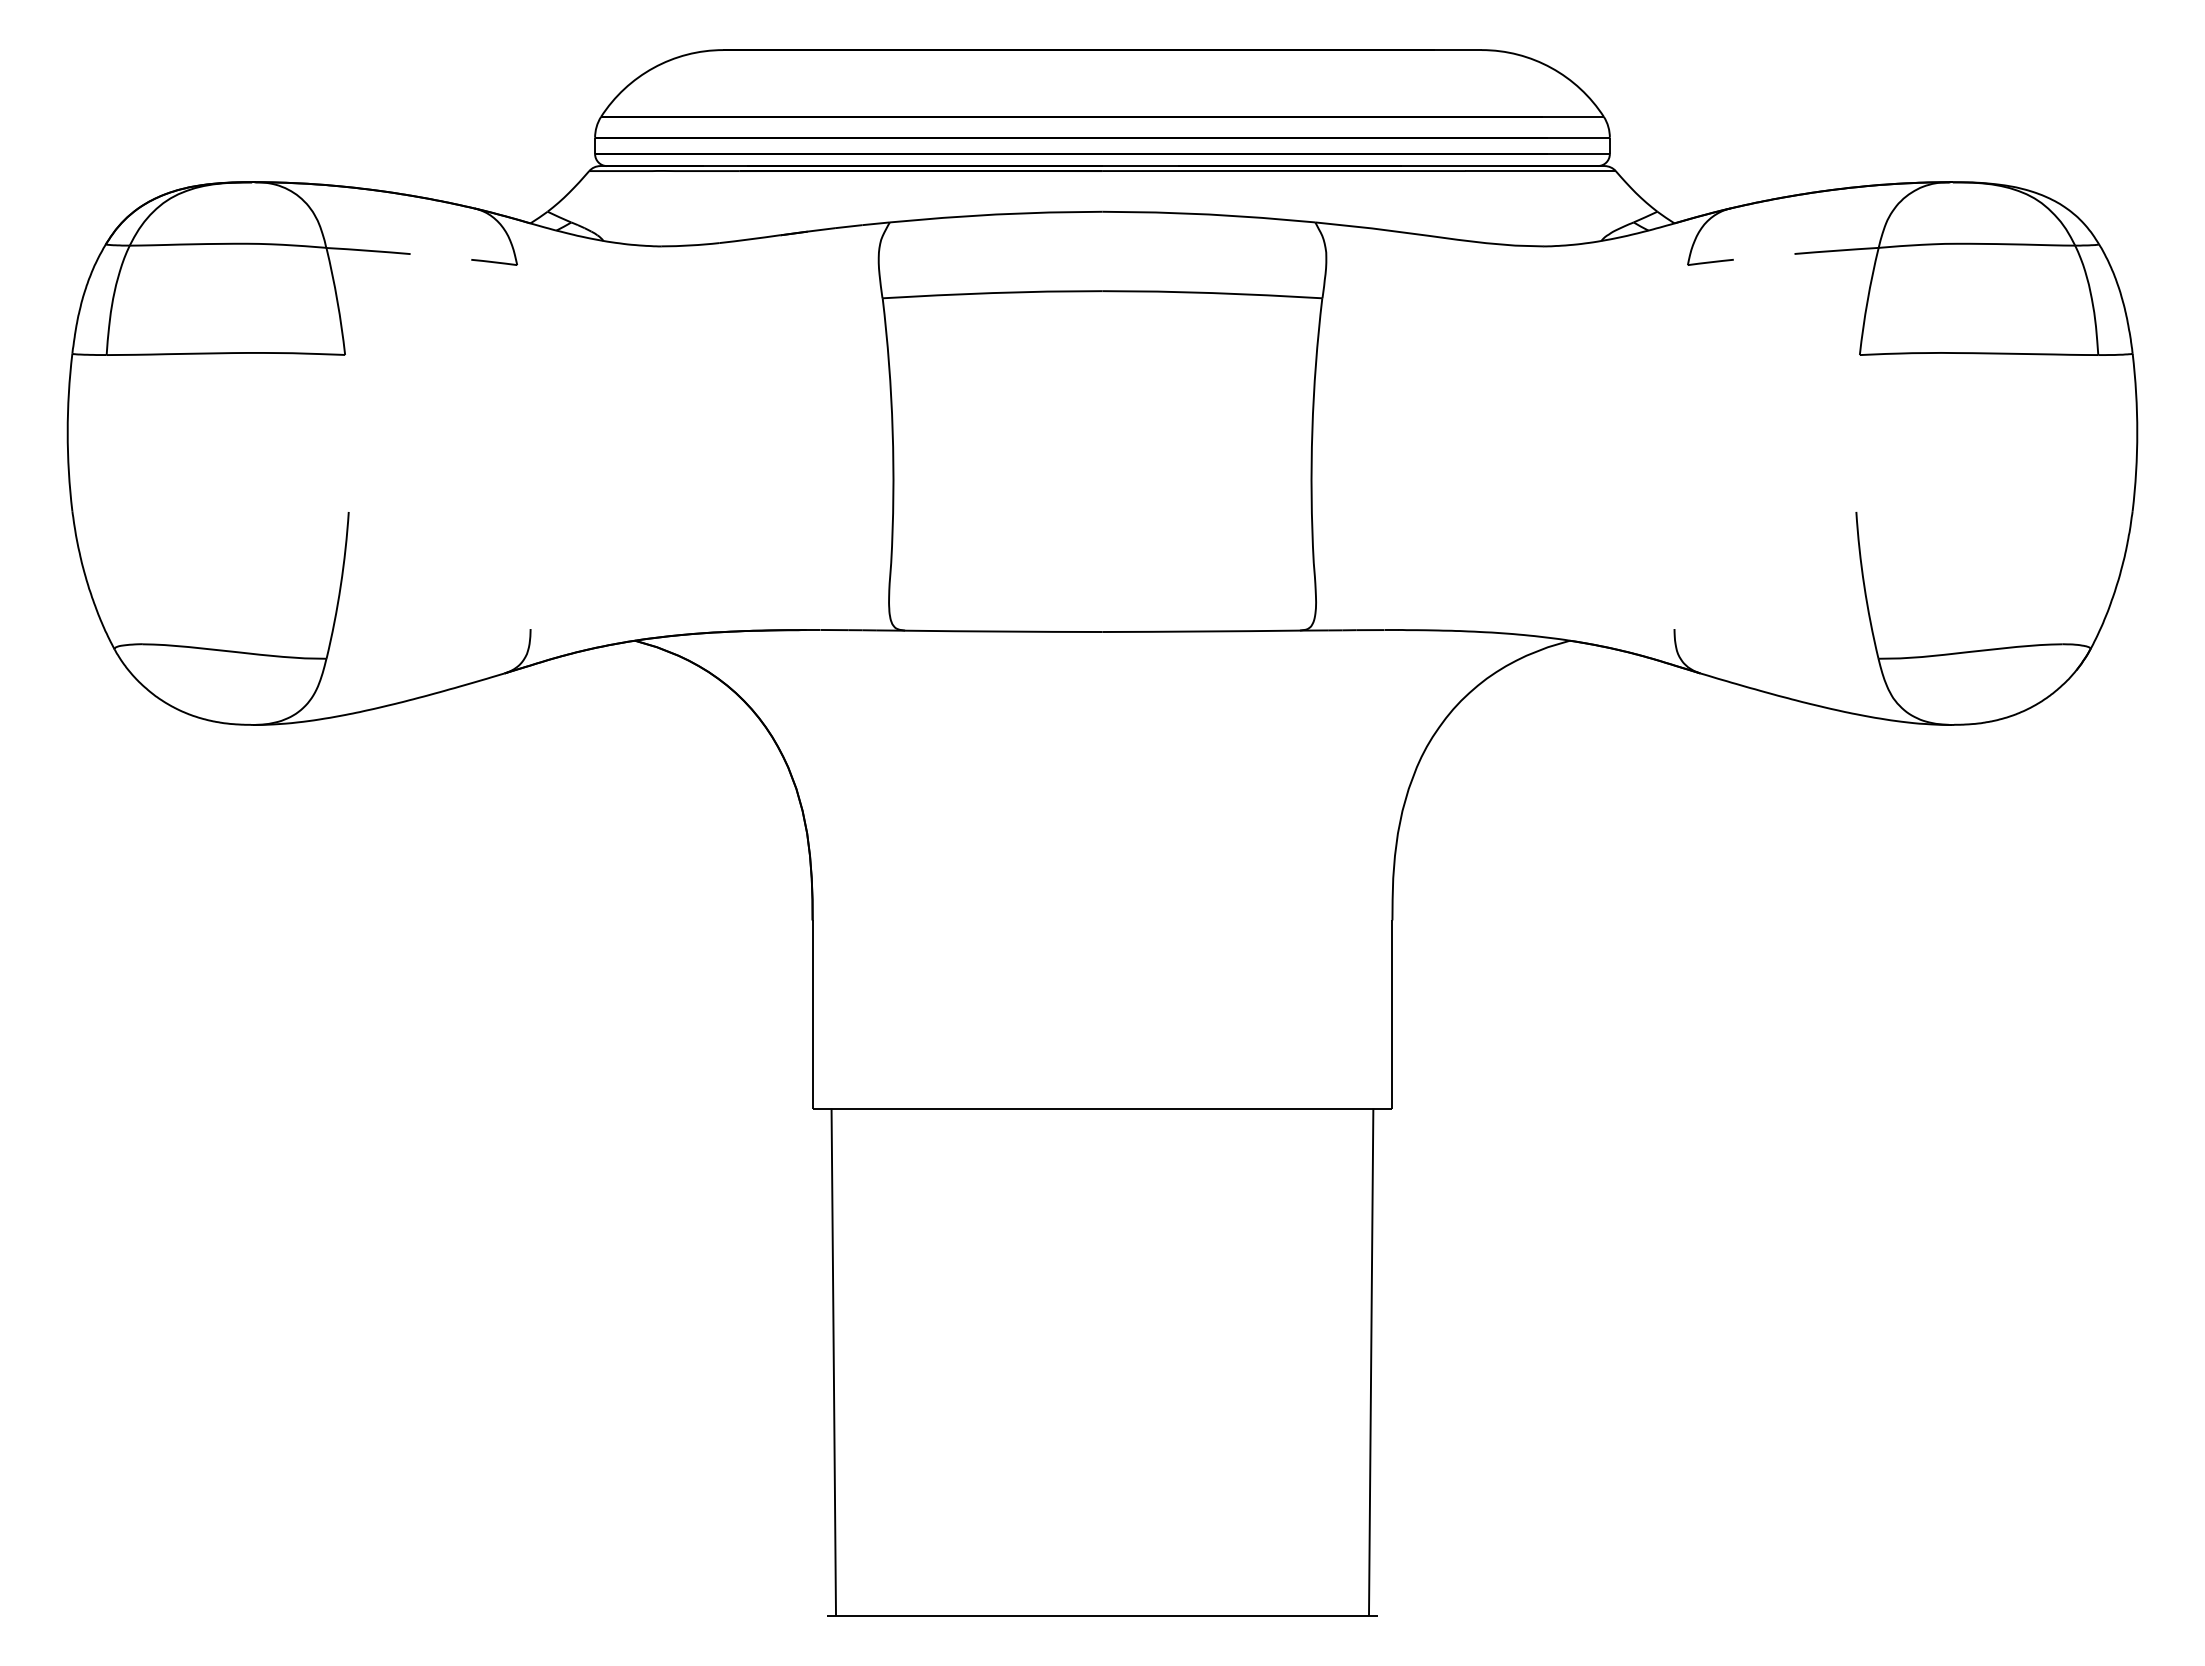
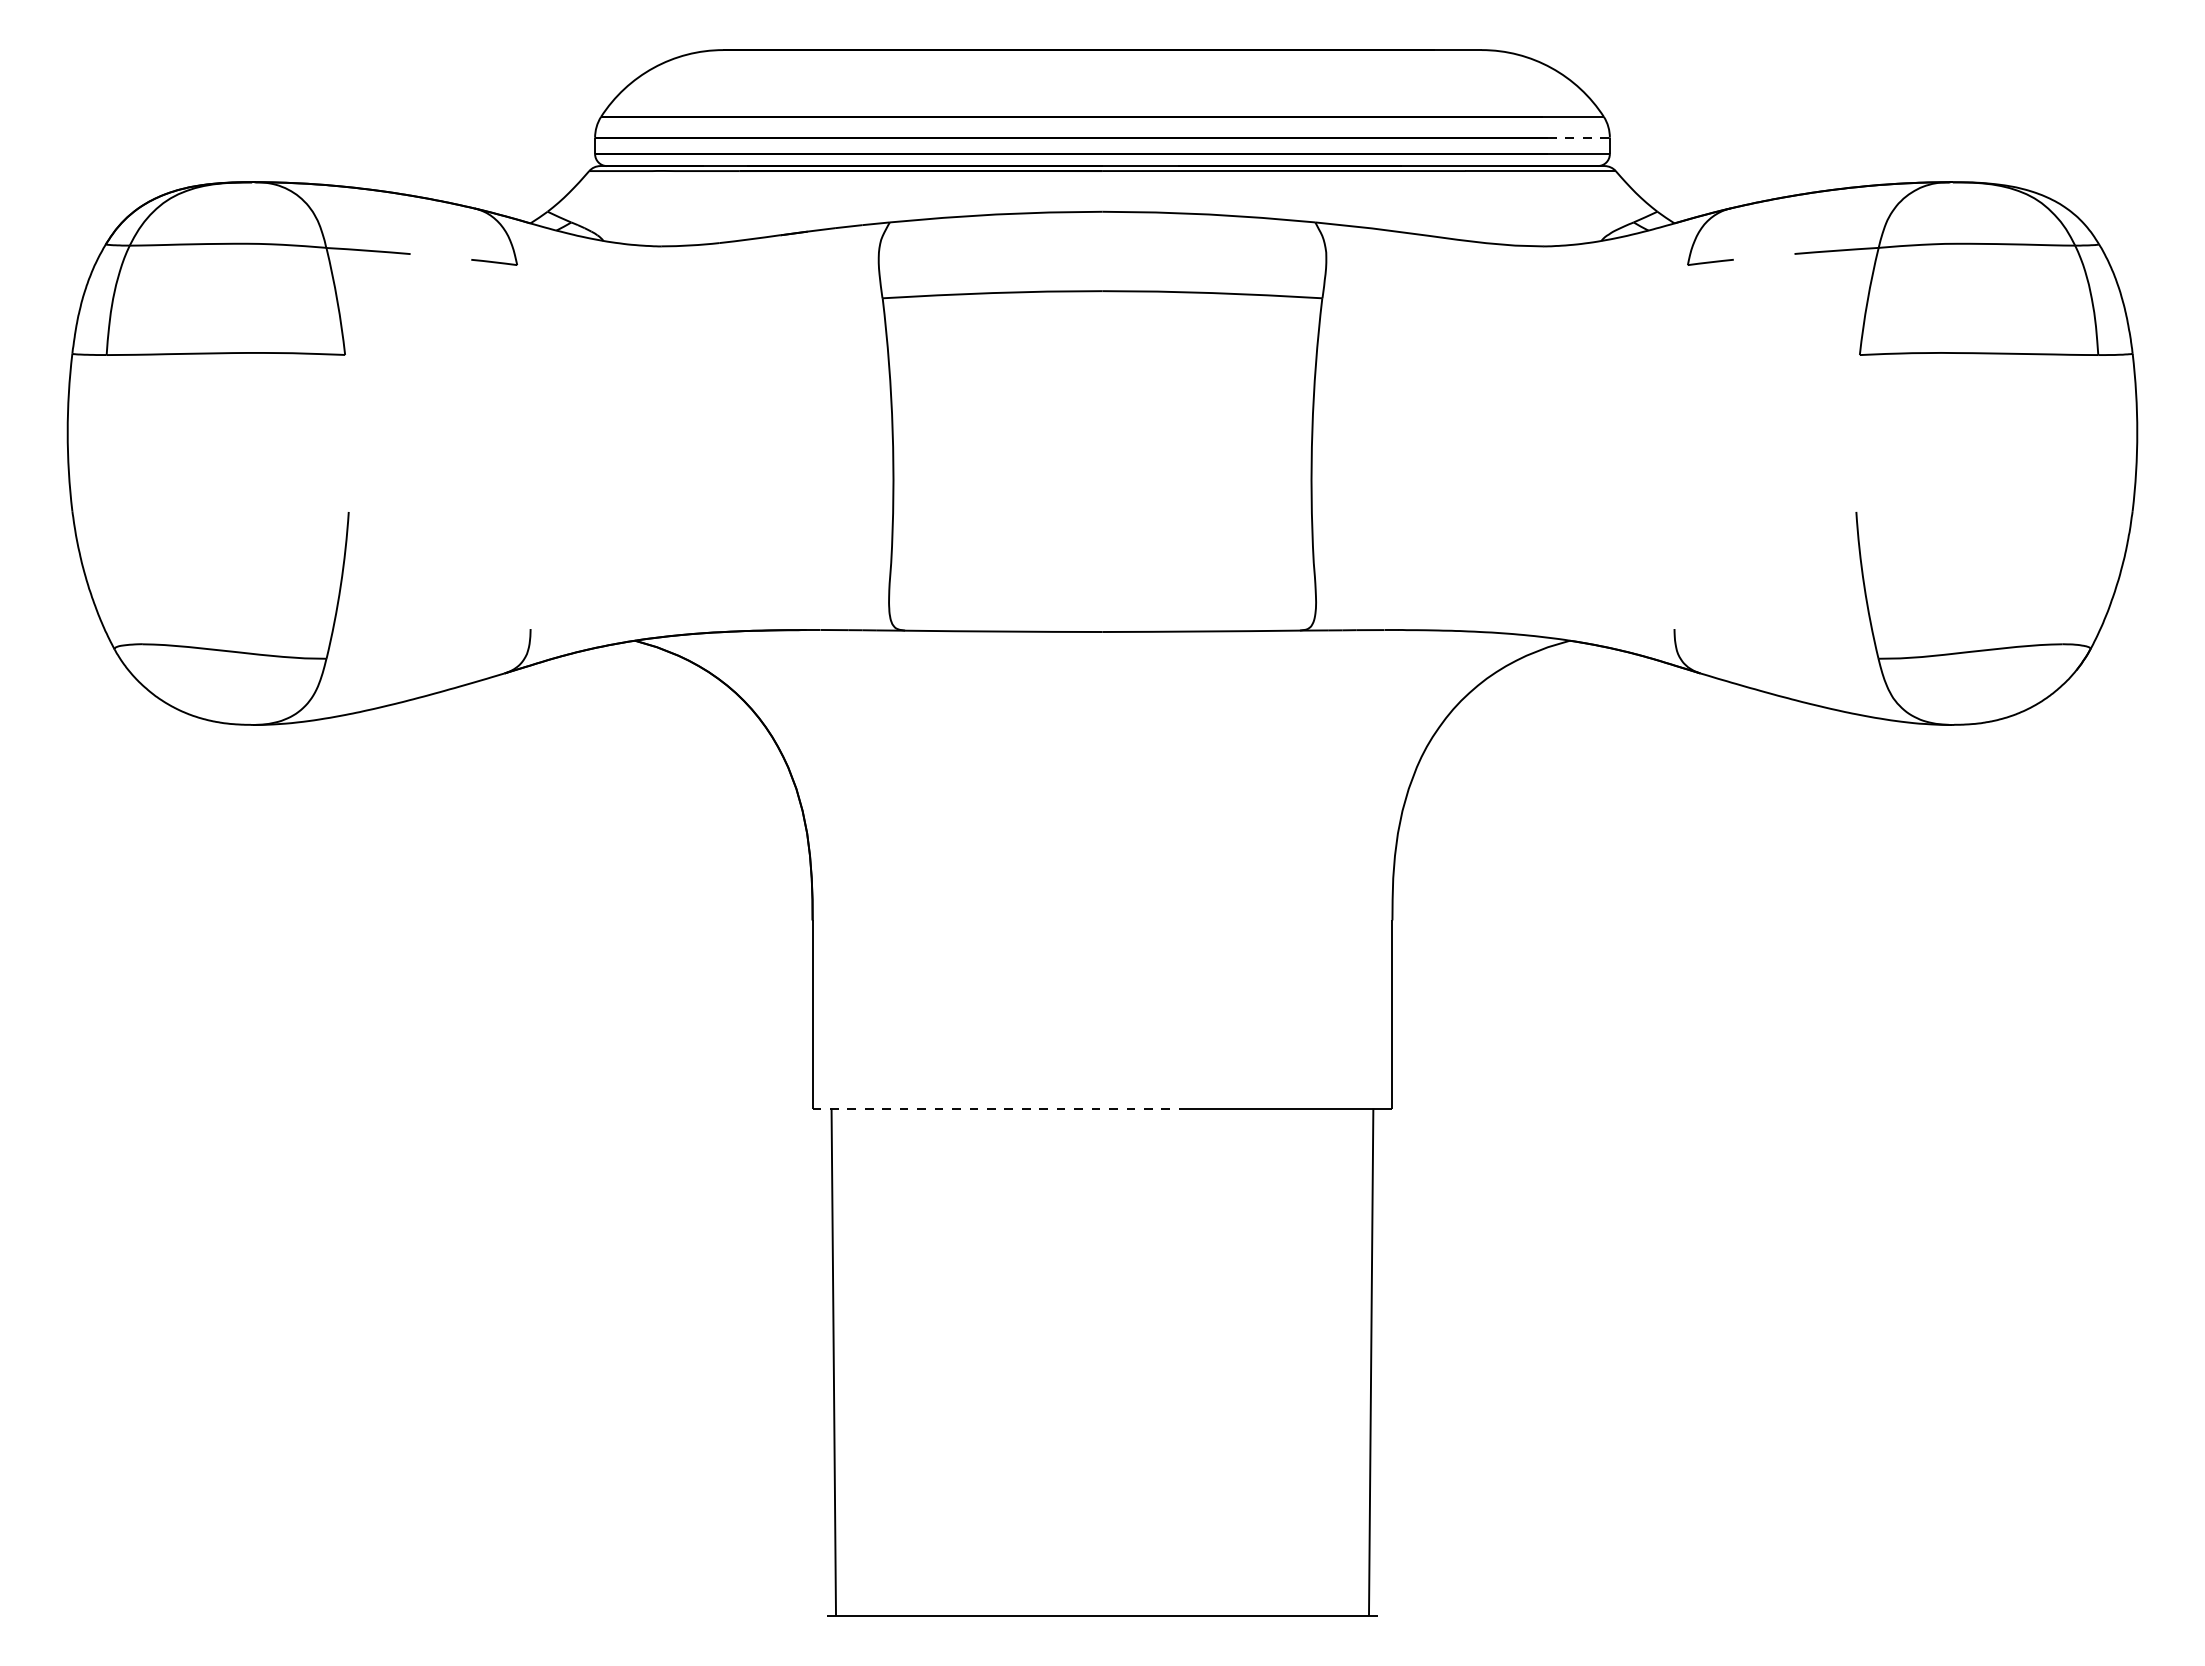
line at (1579, 137): solid -> dashed
line at (998, 1108): solid -> dashed
